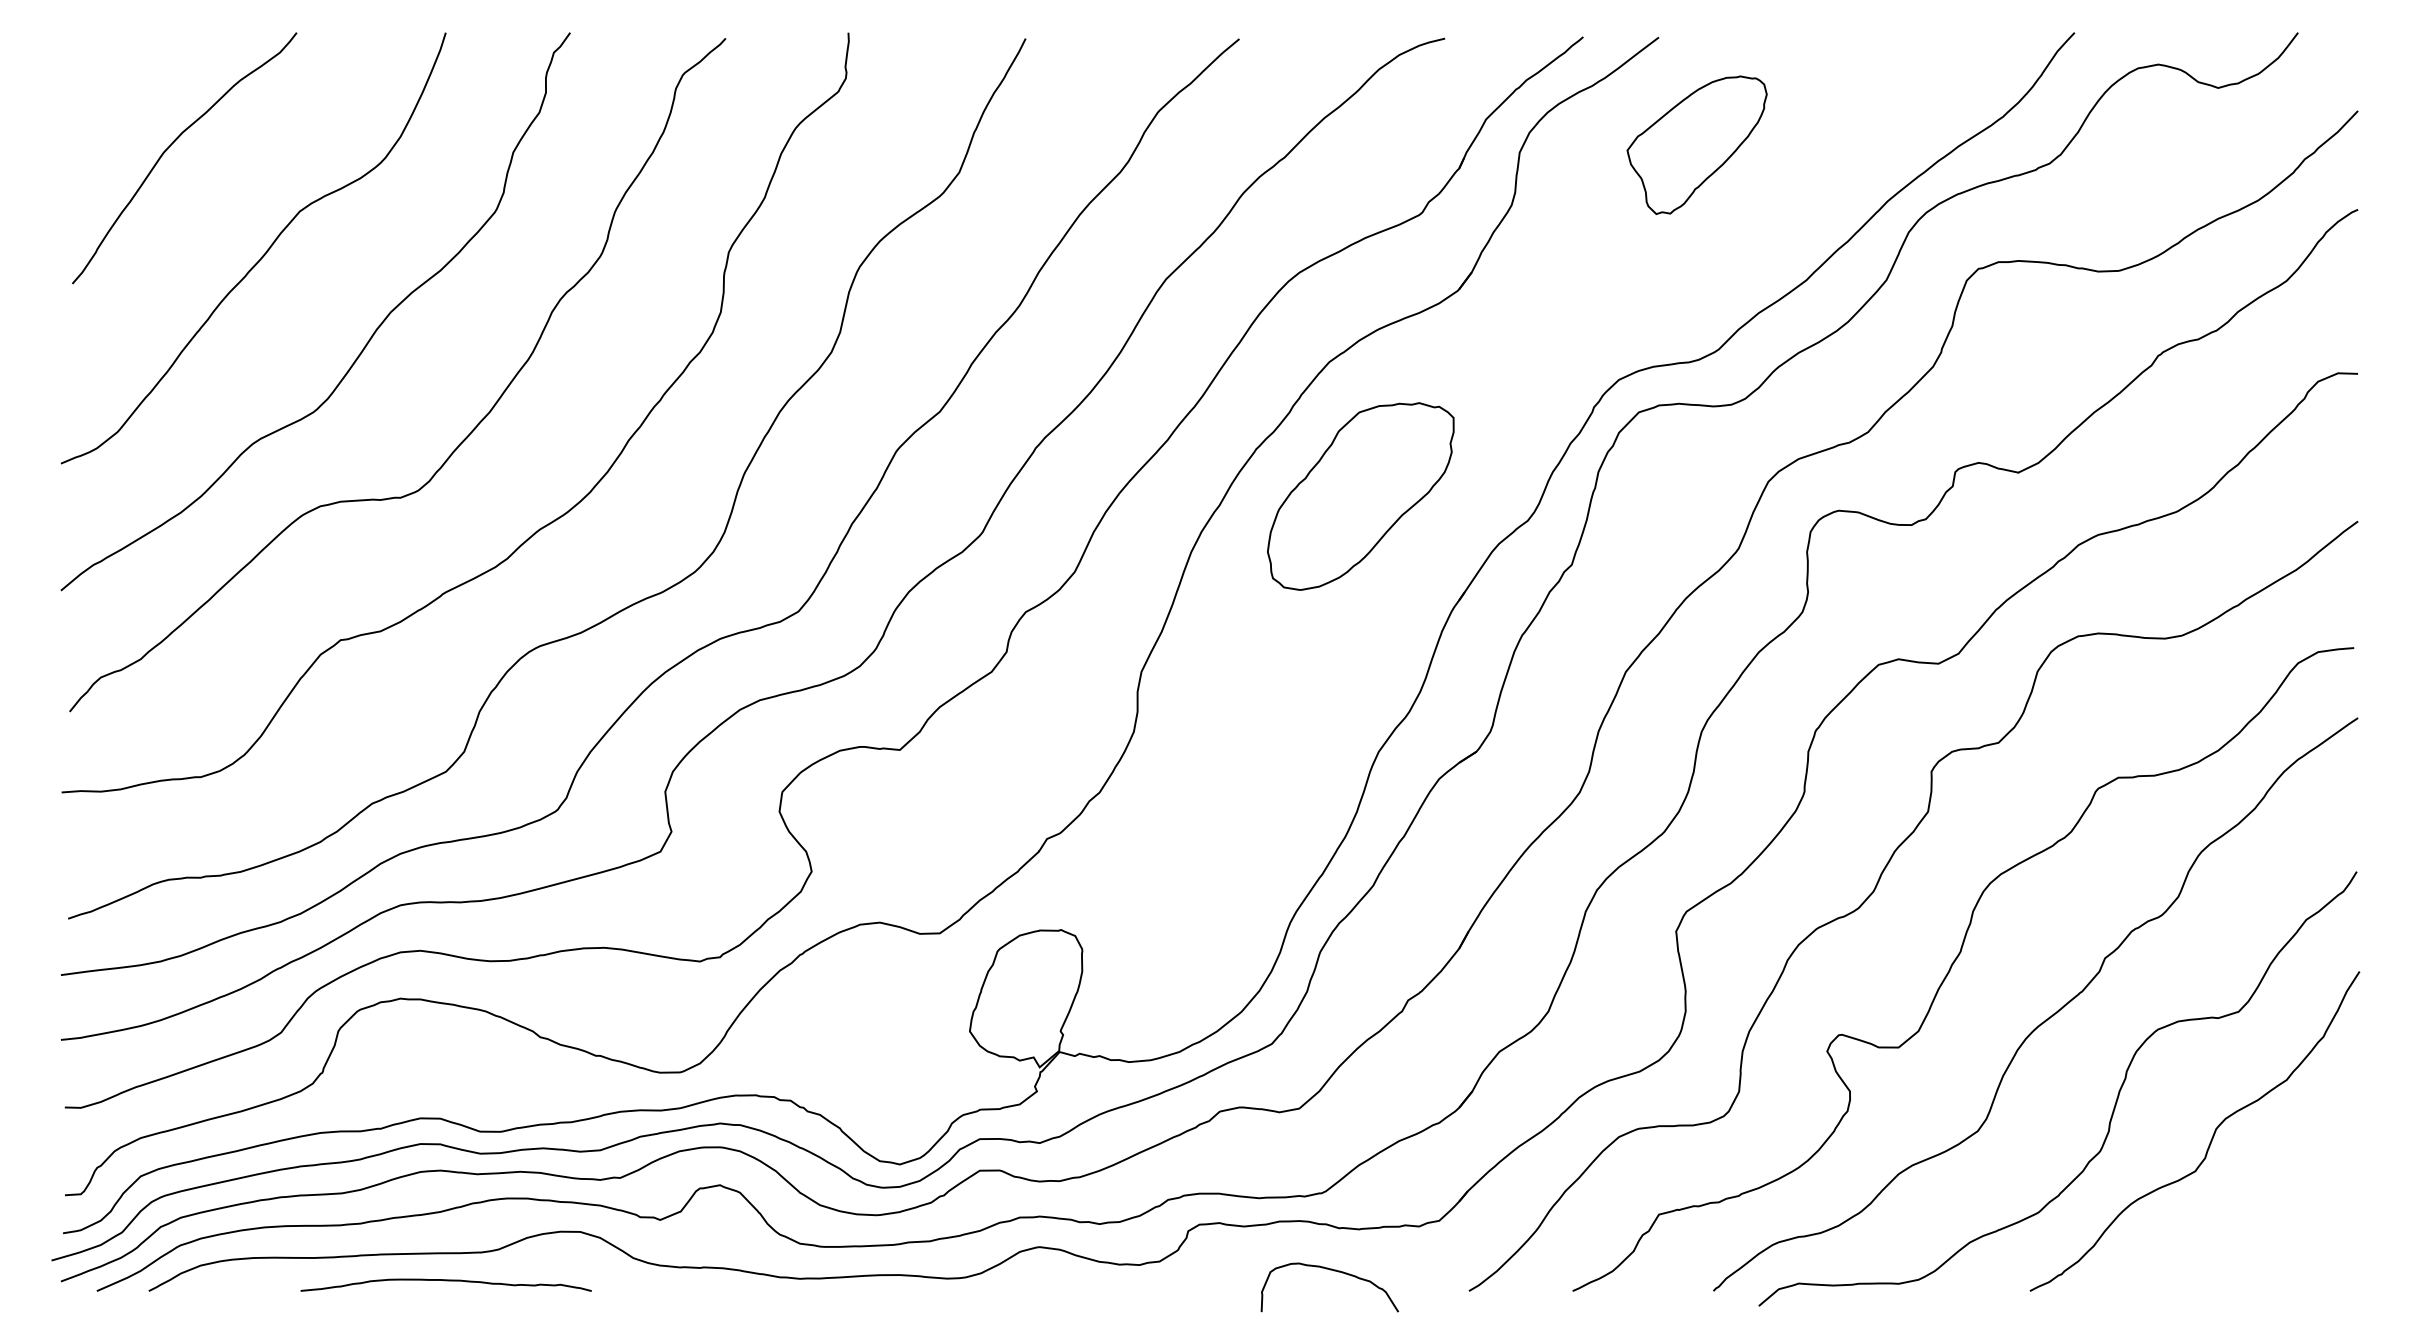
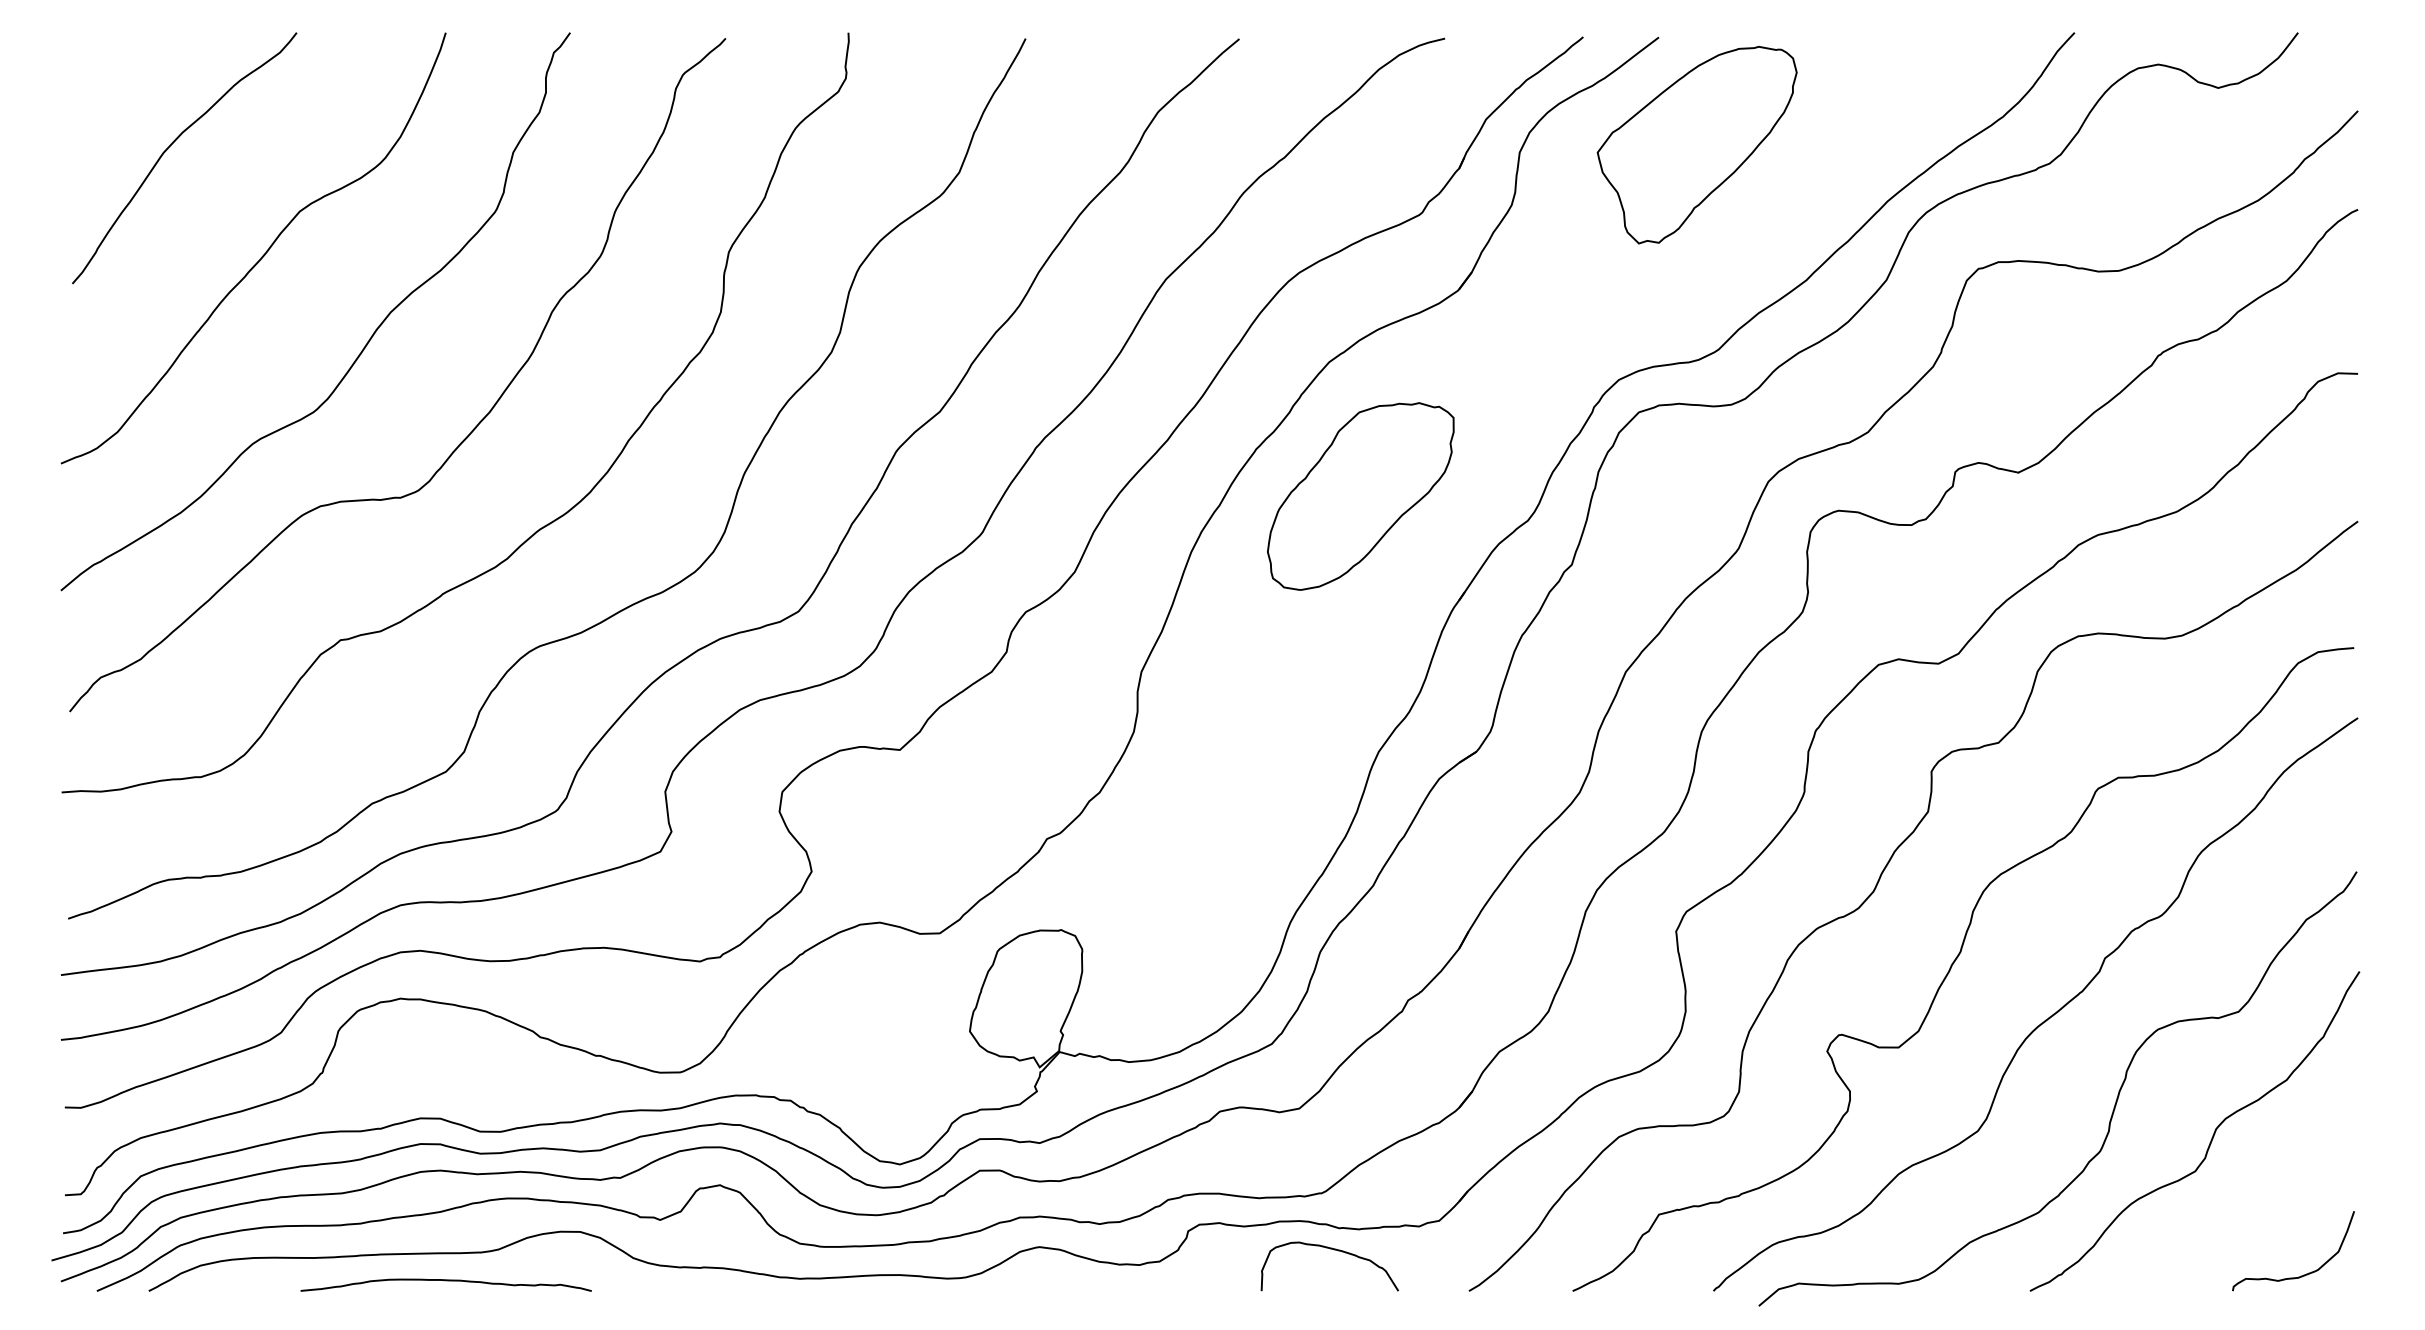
part at (1696, 144) size: 142x140 px -> 202x199 px
curve at (1334, 1271) position: (1334, 1271) -> (1334, 1250)
curve at (2303, 1274): none -> present
